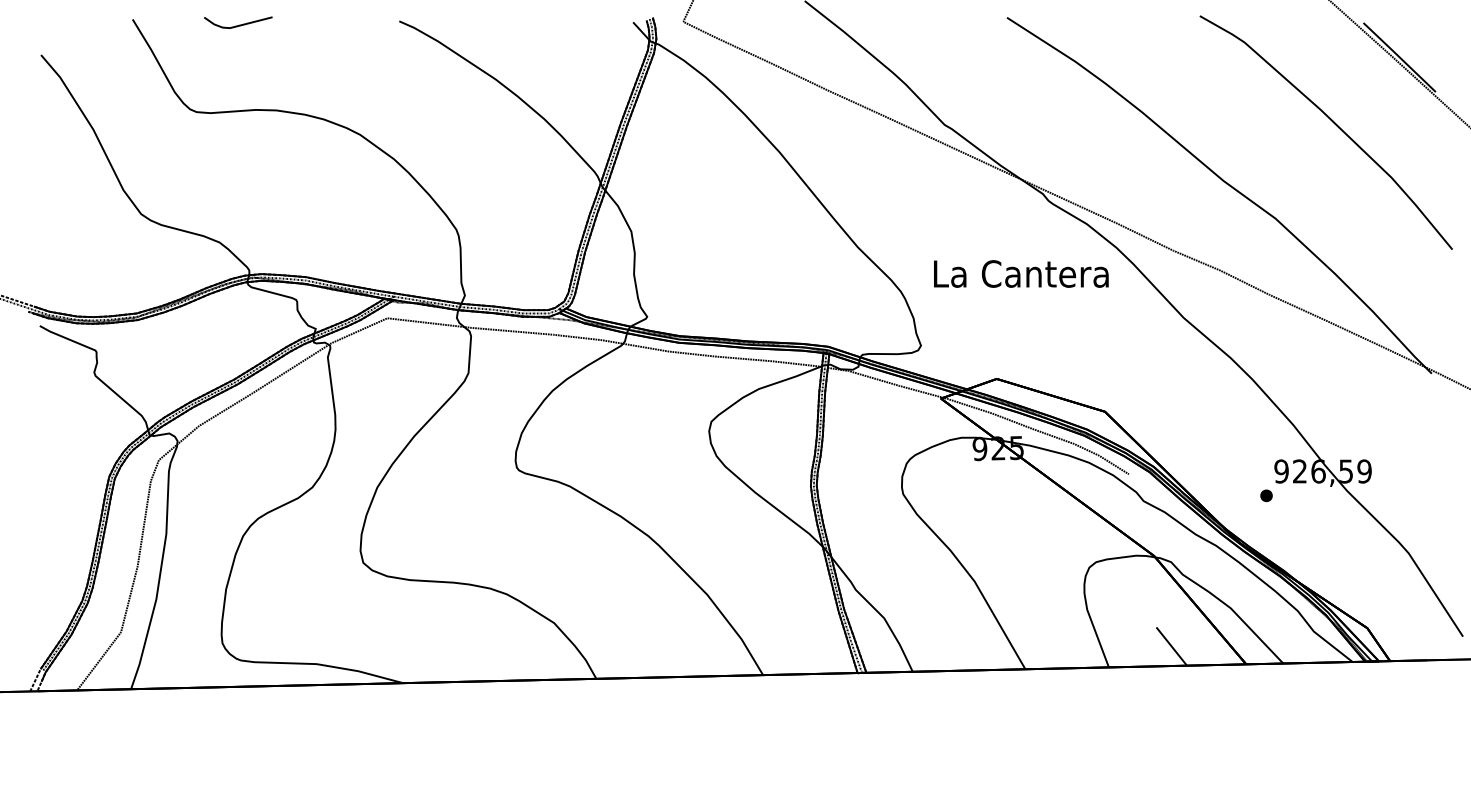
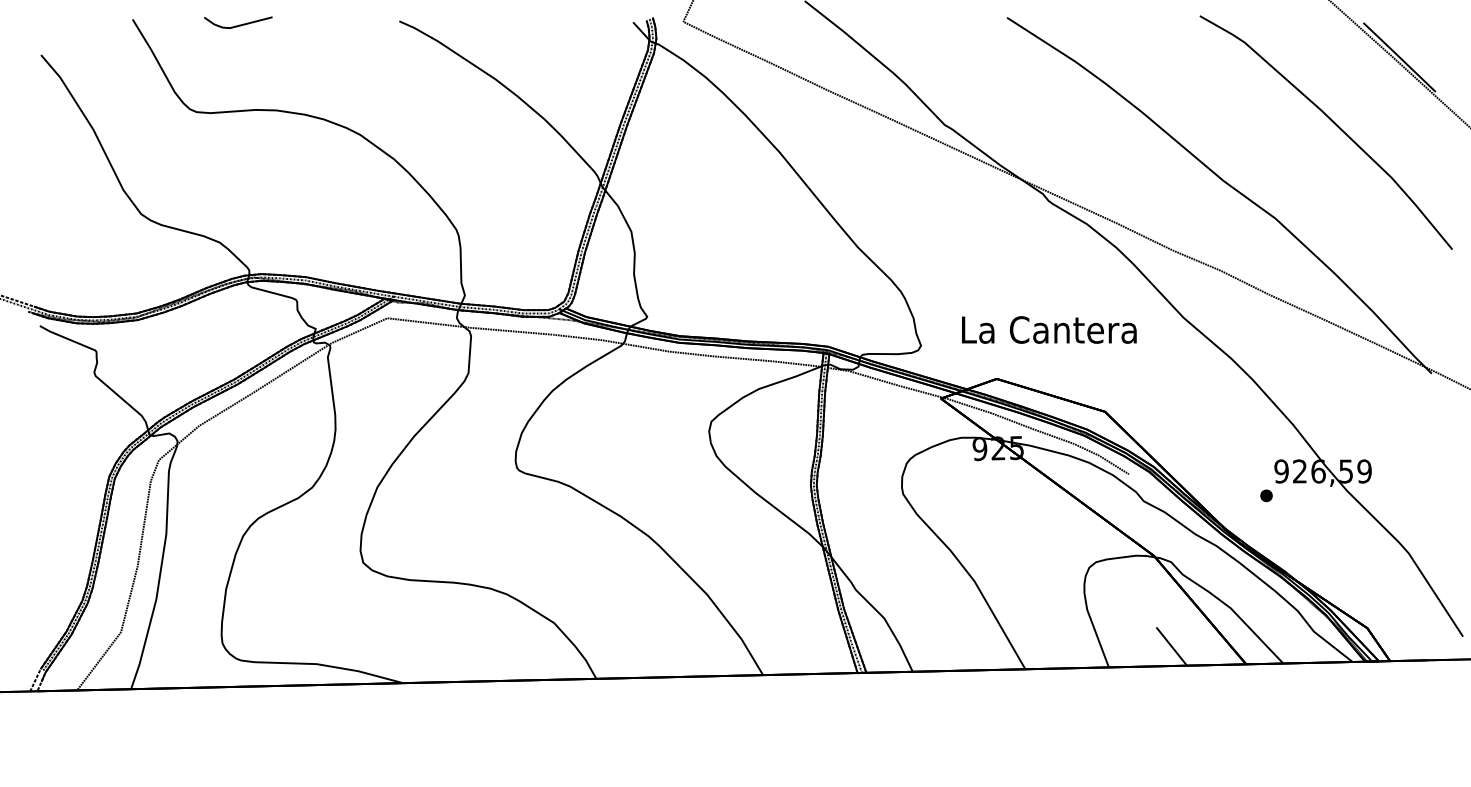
text at (1021, 273) position: (1021, 273) -> (1049, 329)
